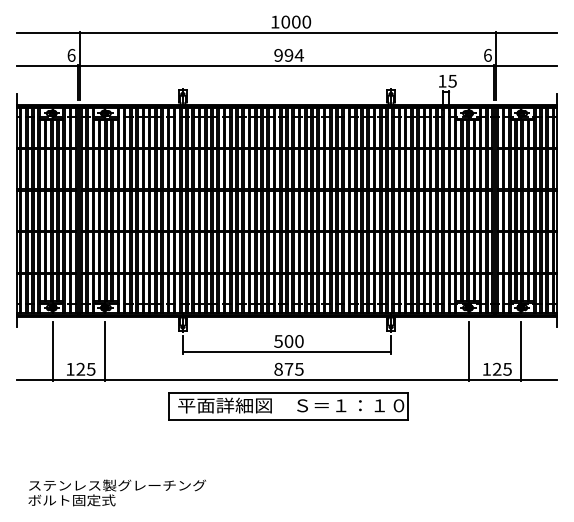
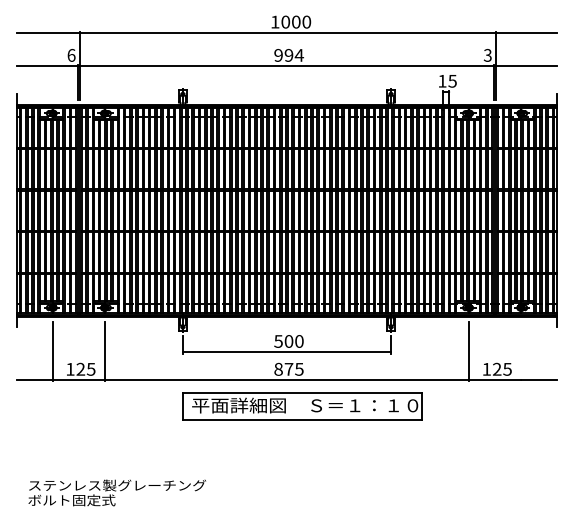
text at (487, 55): 6 -> 3
line at (521, 351): present -> none
part at (288, 406) position: (288, 406) -> (302, 406)
